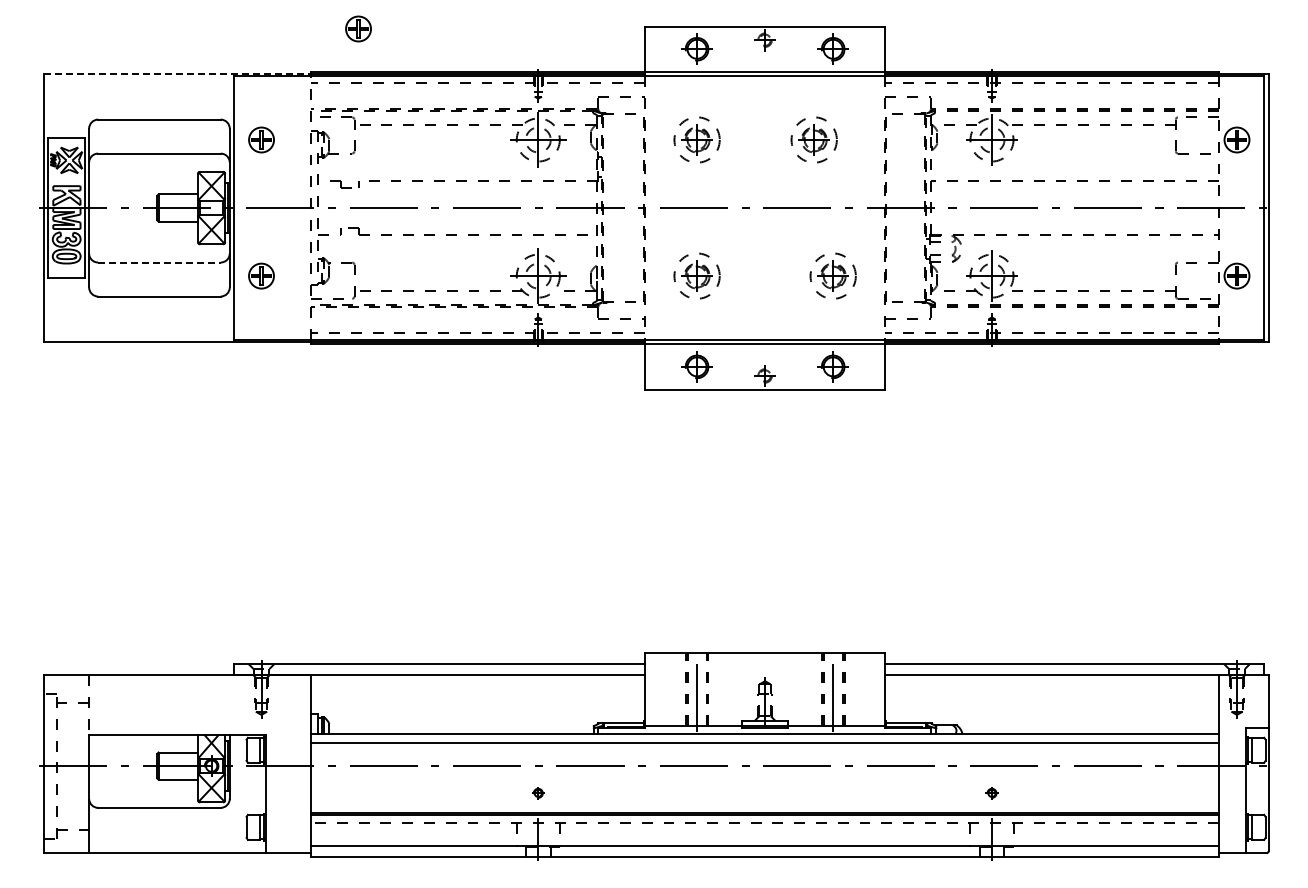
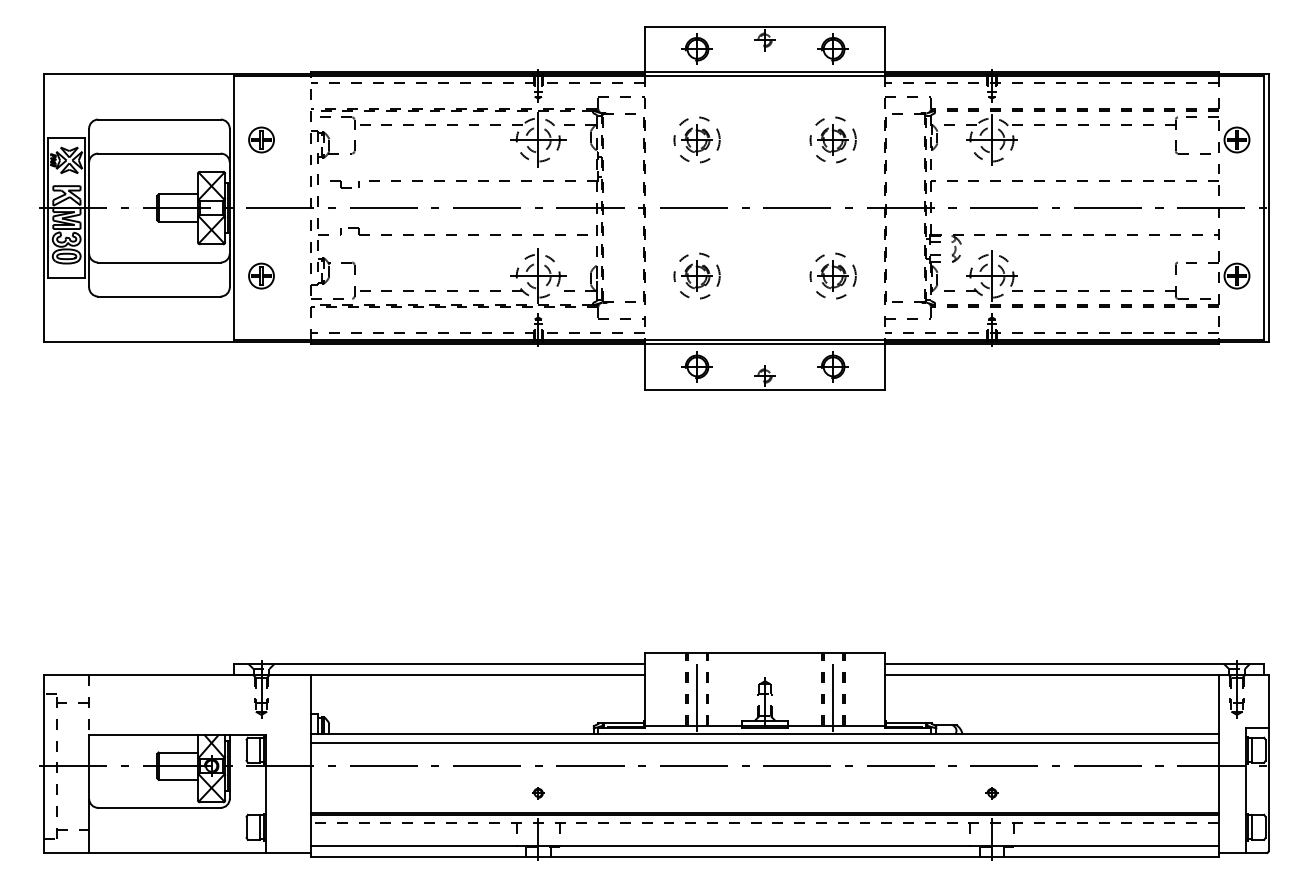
part at (358, 28): present -> none
line at (177, 74): dashed -> solid
part at (813, 139) position: (813, 139) -> (832, 139)
line at (159, 262): dashed -> solid
